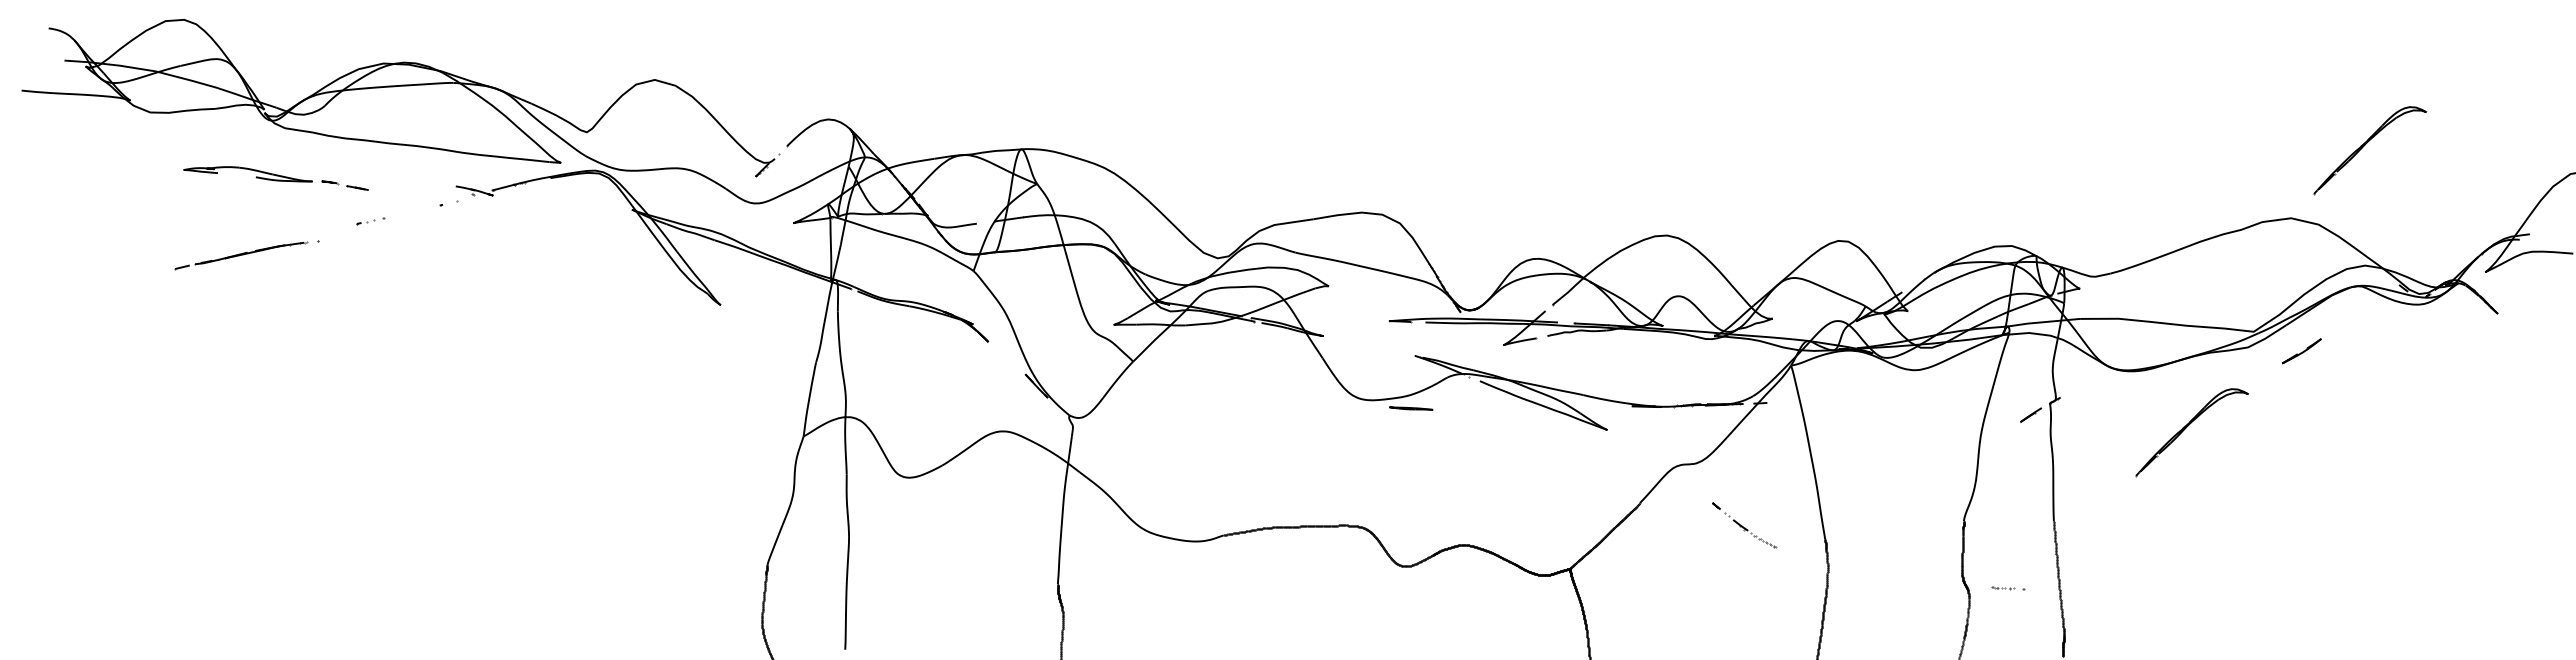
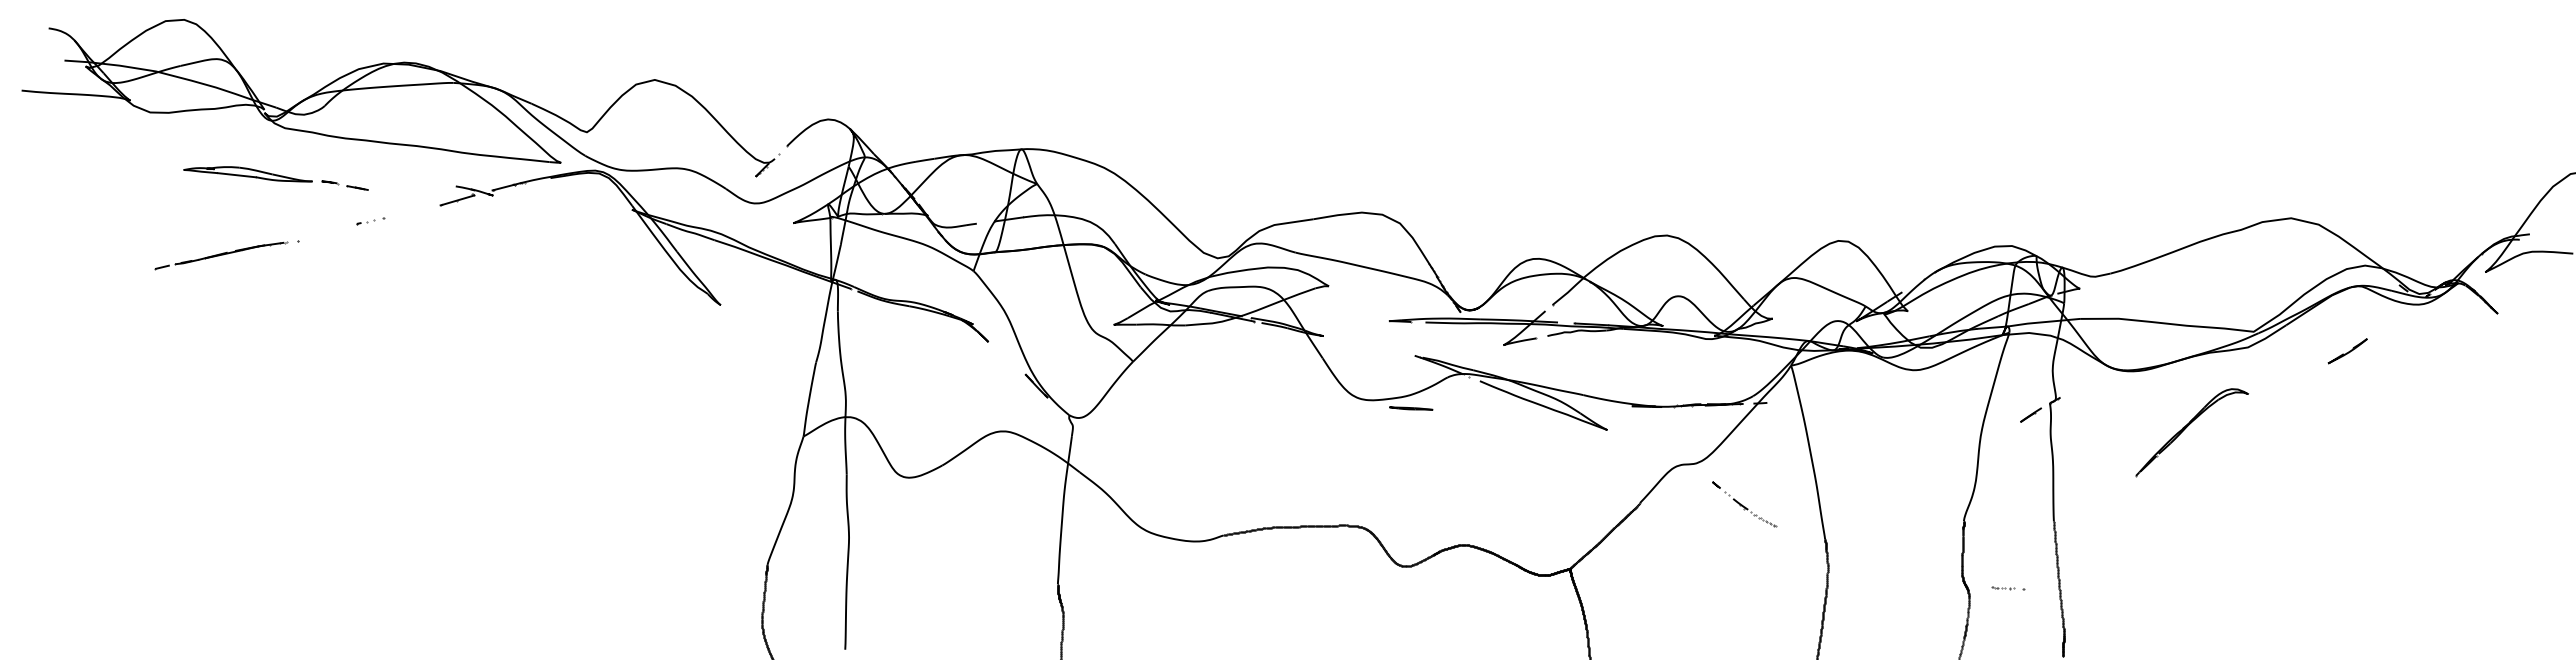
part at (2365, 145): present -> none
line at (236, 175): none -> present
line at (458, 199): none -> present
part at (246, 255) position: (246, 255) -> (226, 255)
part at (2301, 351) position: (2301, 351) -> (2347, 351)
part at (1744, 525) position: (1744, 525) -> (1744, 504)
